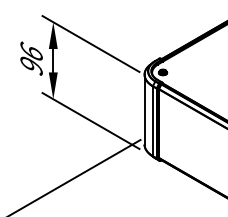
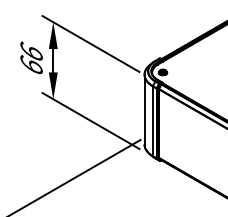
text at (31, 65): 96 -> 66
